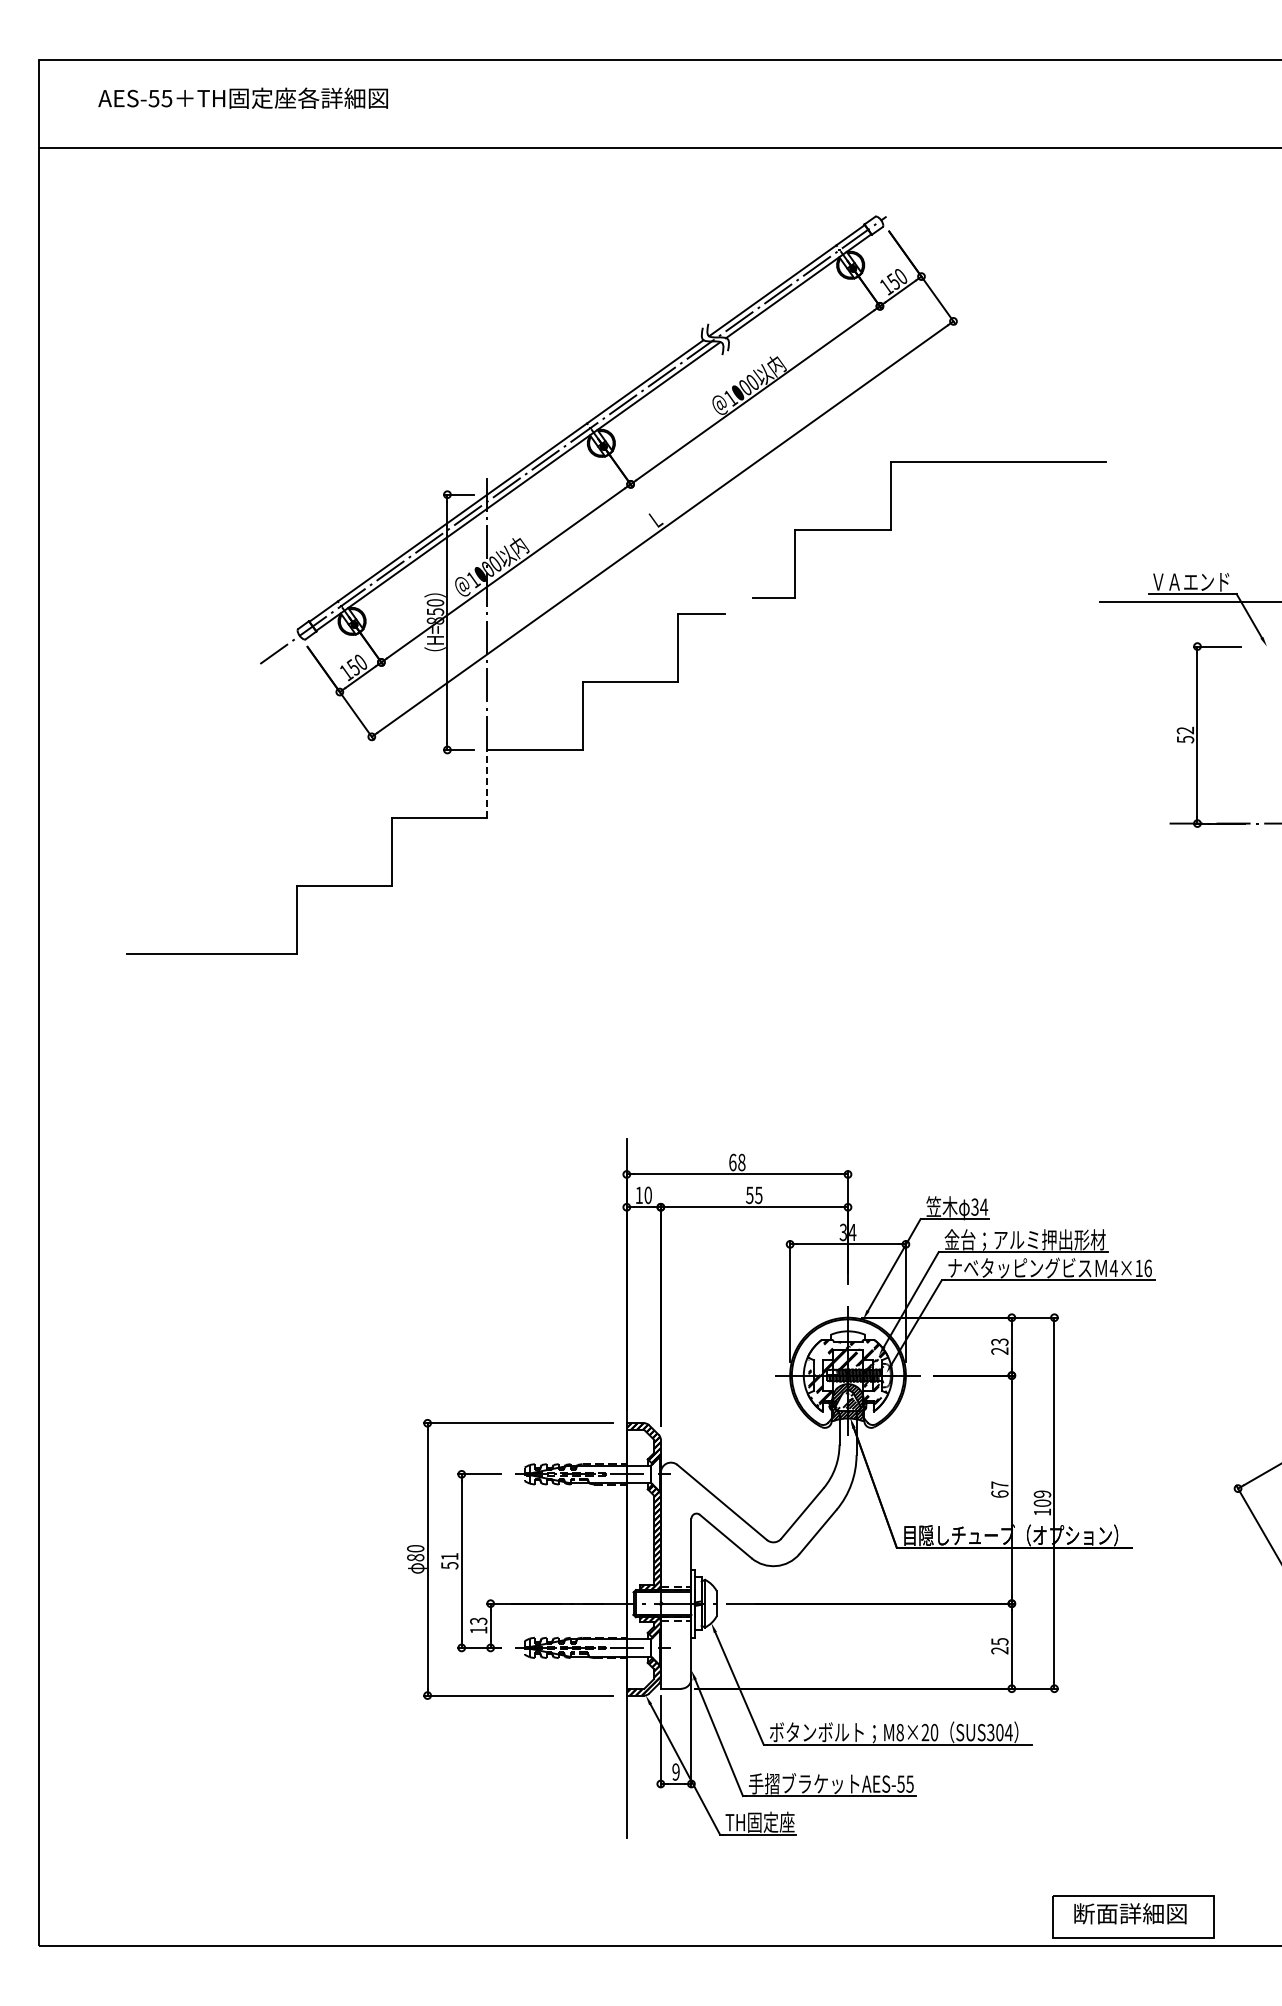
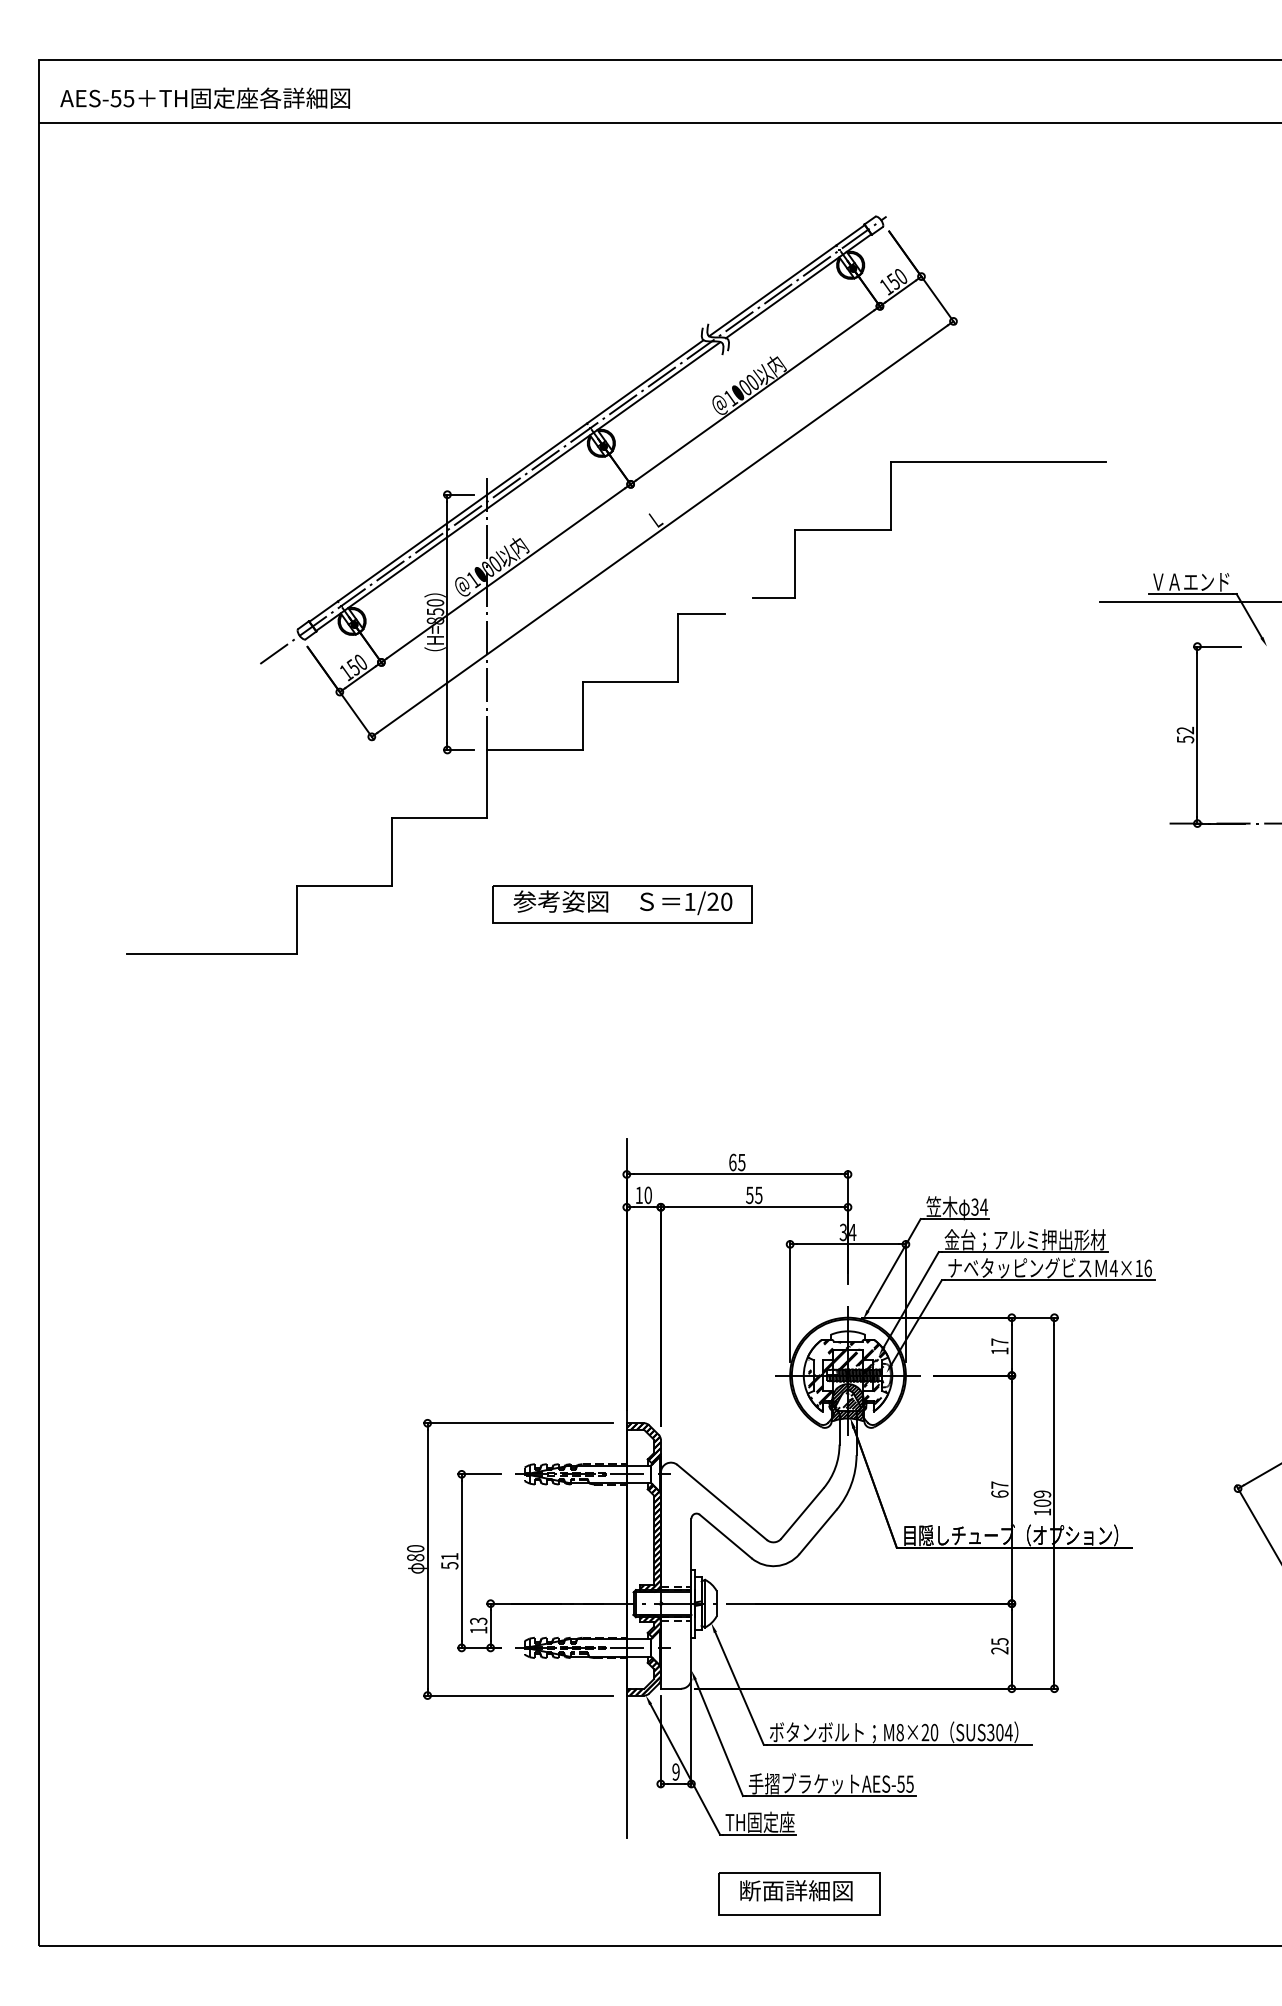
text at (242, 97) position: (242, 97) -> (204, 97)
line at (658, 148) position: (658, 148) -> (658, 123)
line at (487, 783): dashed -> solid
part at (622, 904): none -> present
text at (741, 1162): 68 -> 65
text at (999, 1346): 23 -> 17
part at (1133, 1916) position: (1133, 1916) -> (799, 1893)
